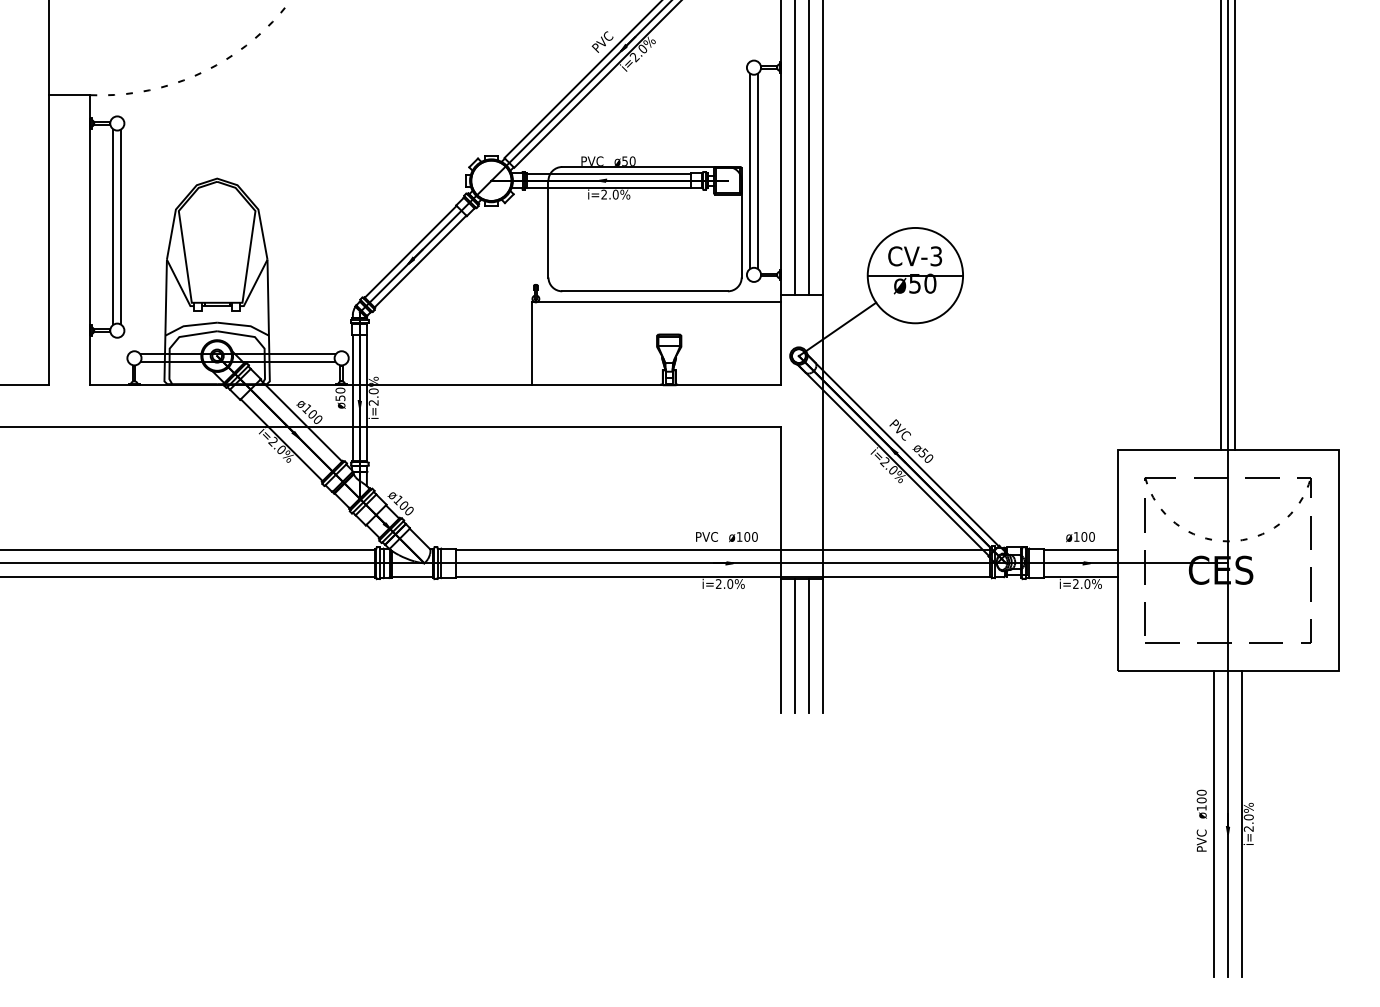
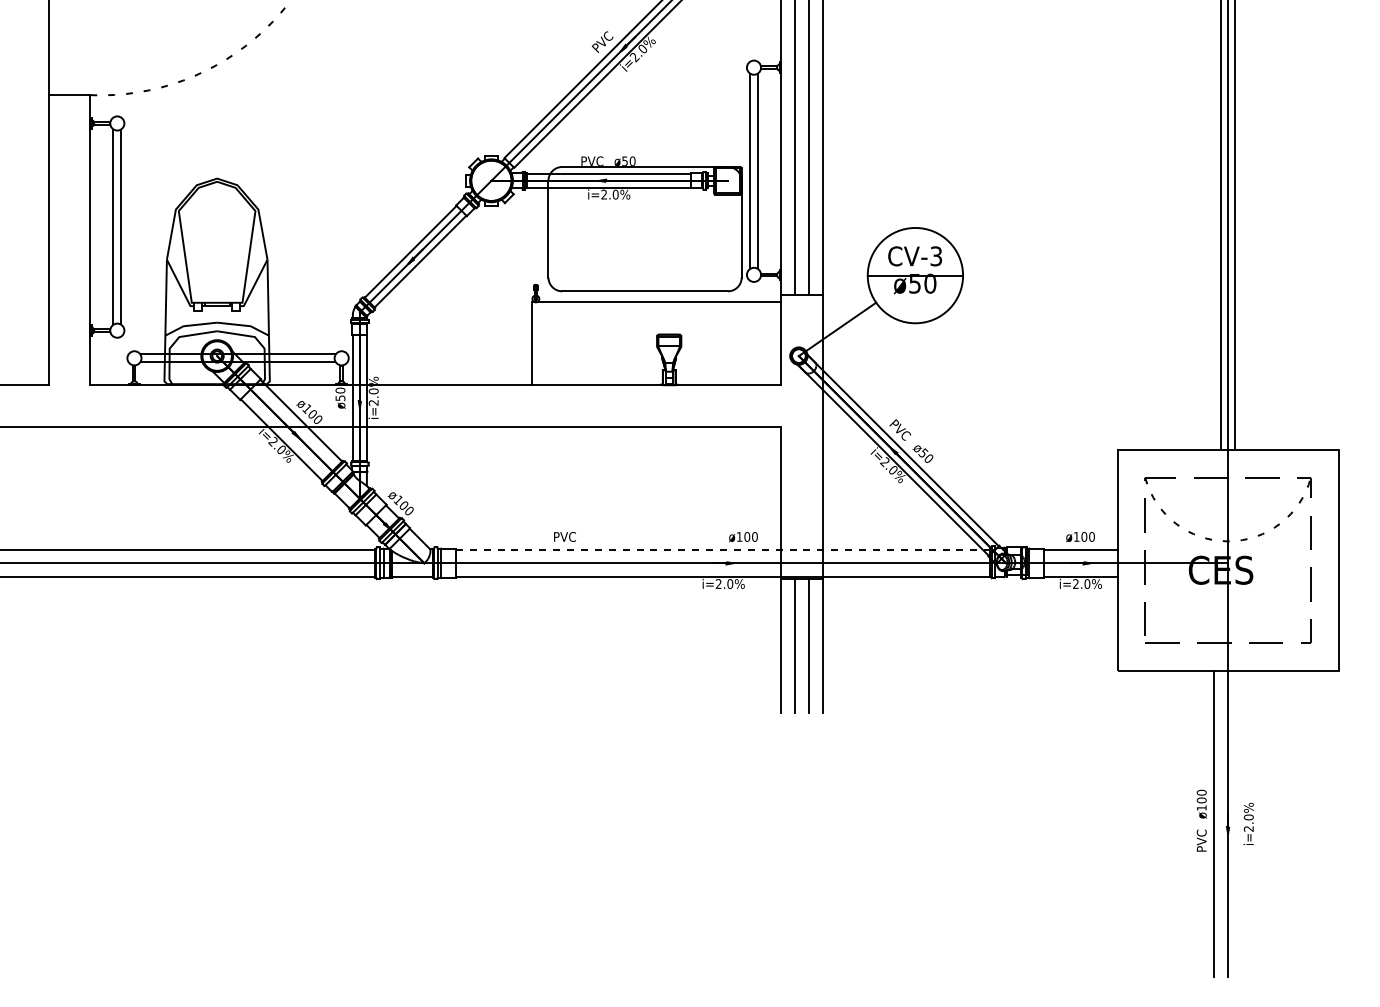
text at (706, 536) position: (706, 536) -> (564, 536)
line at (723, 549): solid -> dashed
line at (1241, 823): present -> none
